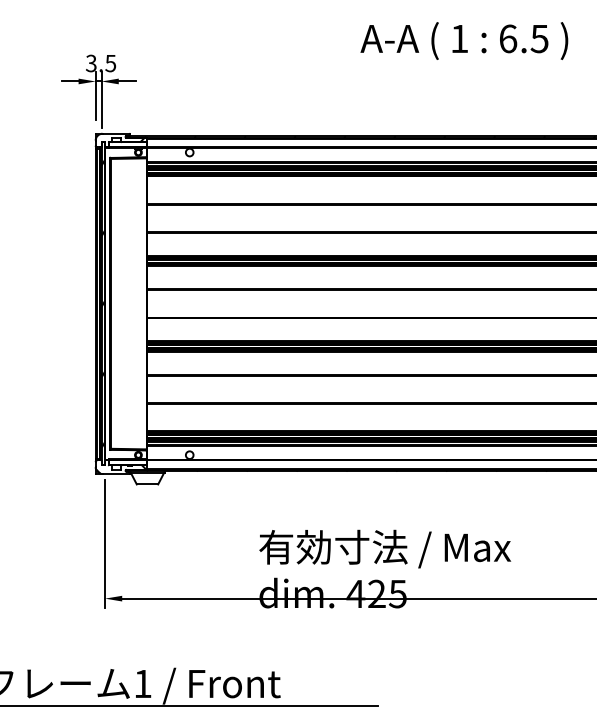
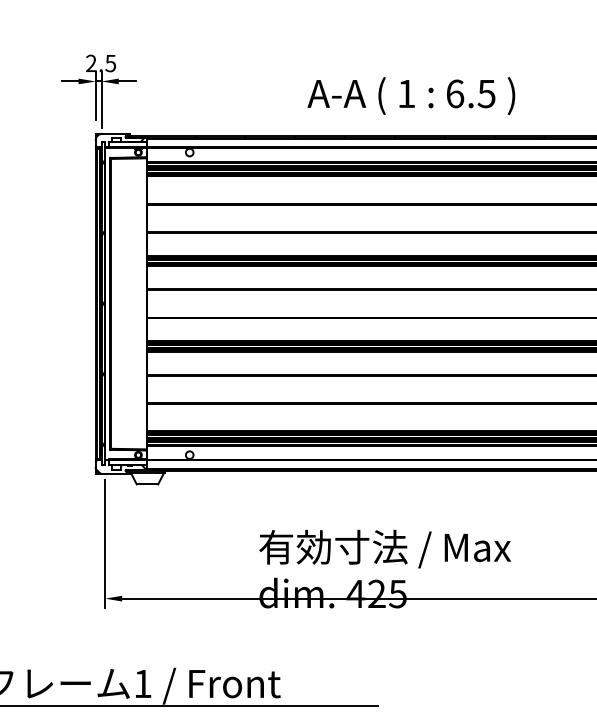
text at (464, 40) position: (464, 40) -> (411, 95)
text at (91, 63): 3.5 -> 2.5
